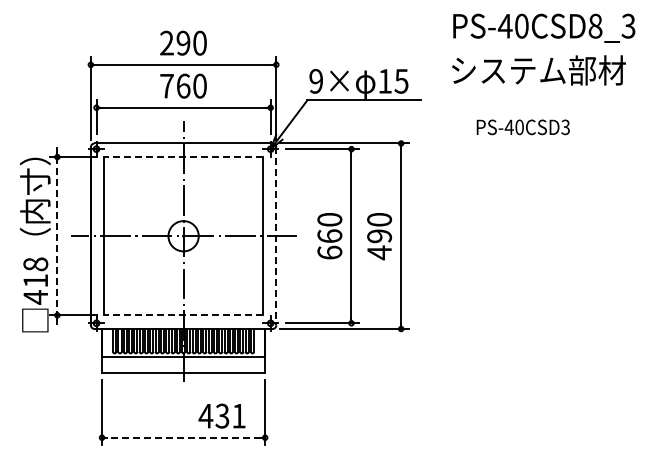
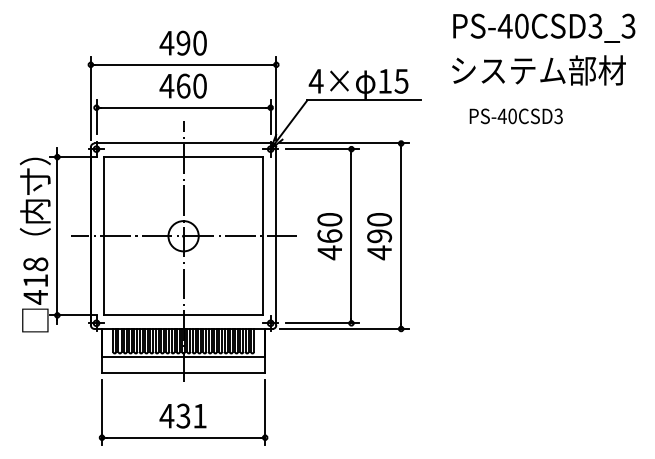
text at (595, 25): PS-40CSD8_3 -> PS-40CSD3_3
text at (166, 42): 290 -> 490
text at (315, 80): 9× -> 4×
text at (166, 86): 760 -> 460
text at (522, 127) position: (522, 127) -> (515, 116)
line at (183, 157): dashed -> solid
line at (57, 236): dashed -> solid
line at (276, 236): dashed -> solid
text at (329, 252): 660 -> 460
line at (183, 315): dashed -> solid
text at (221, 415) position: (221, 415) -> (182, 415)
line at (183, 437): dashed -> solid
